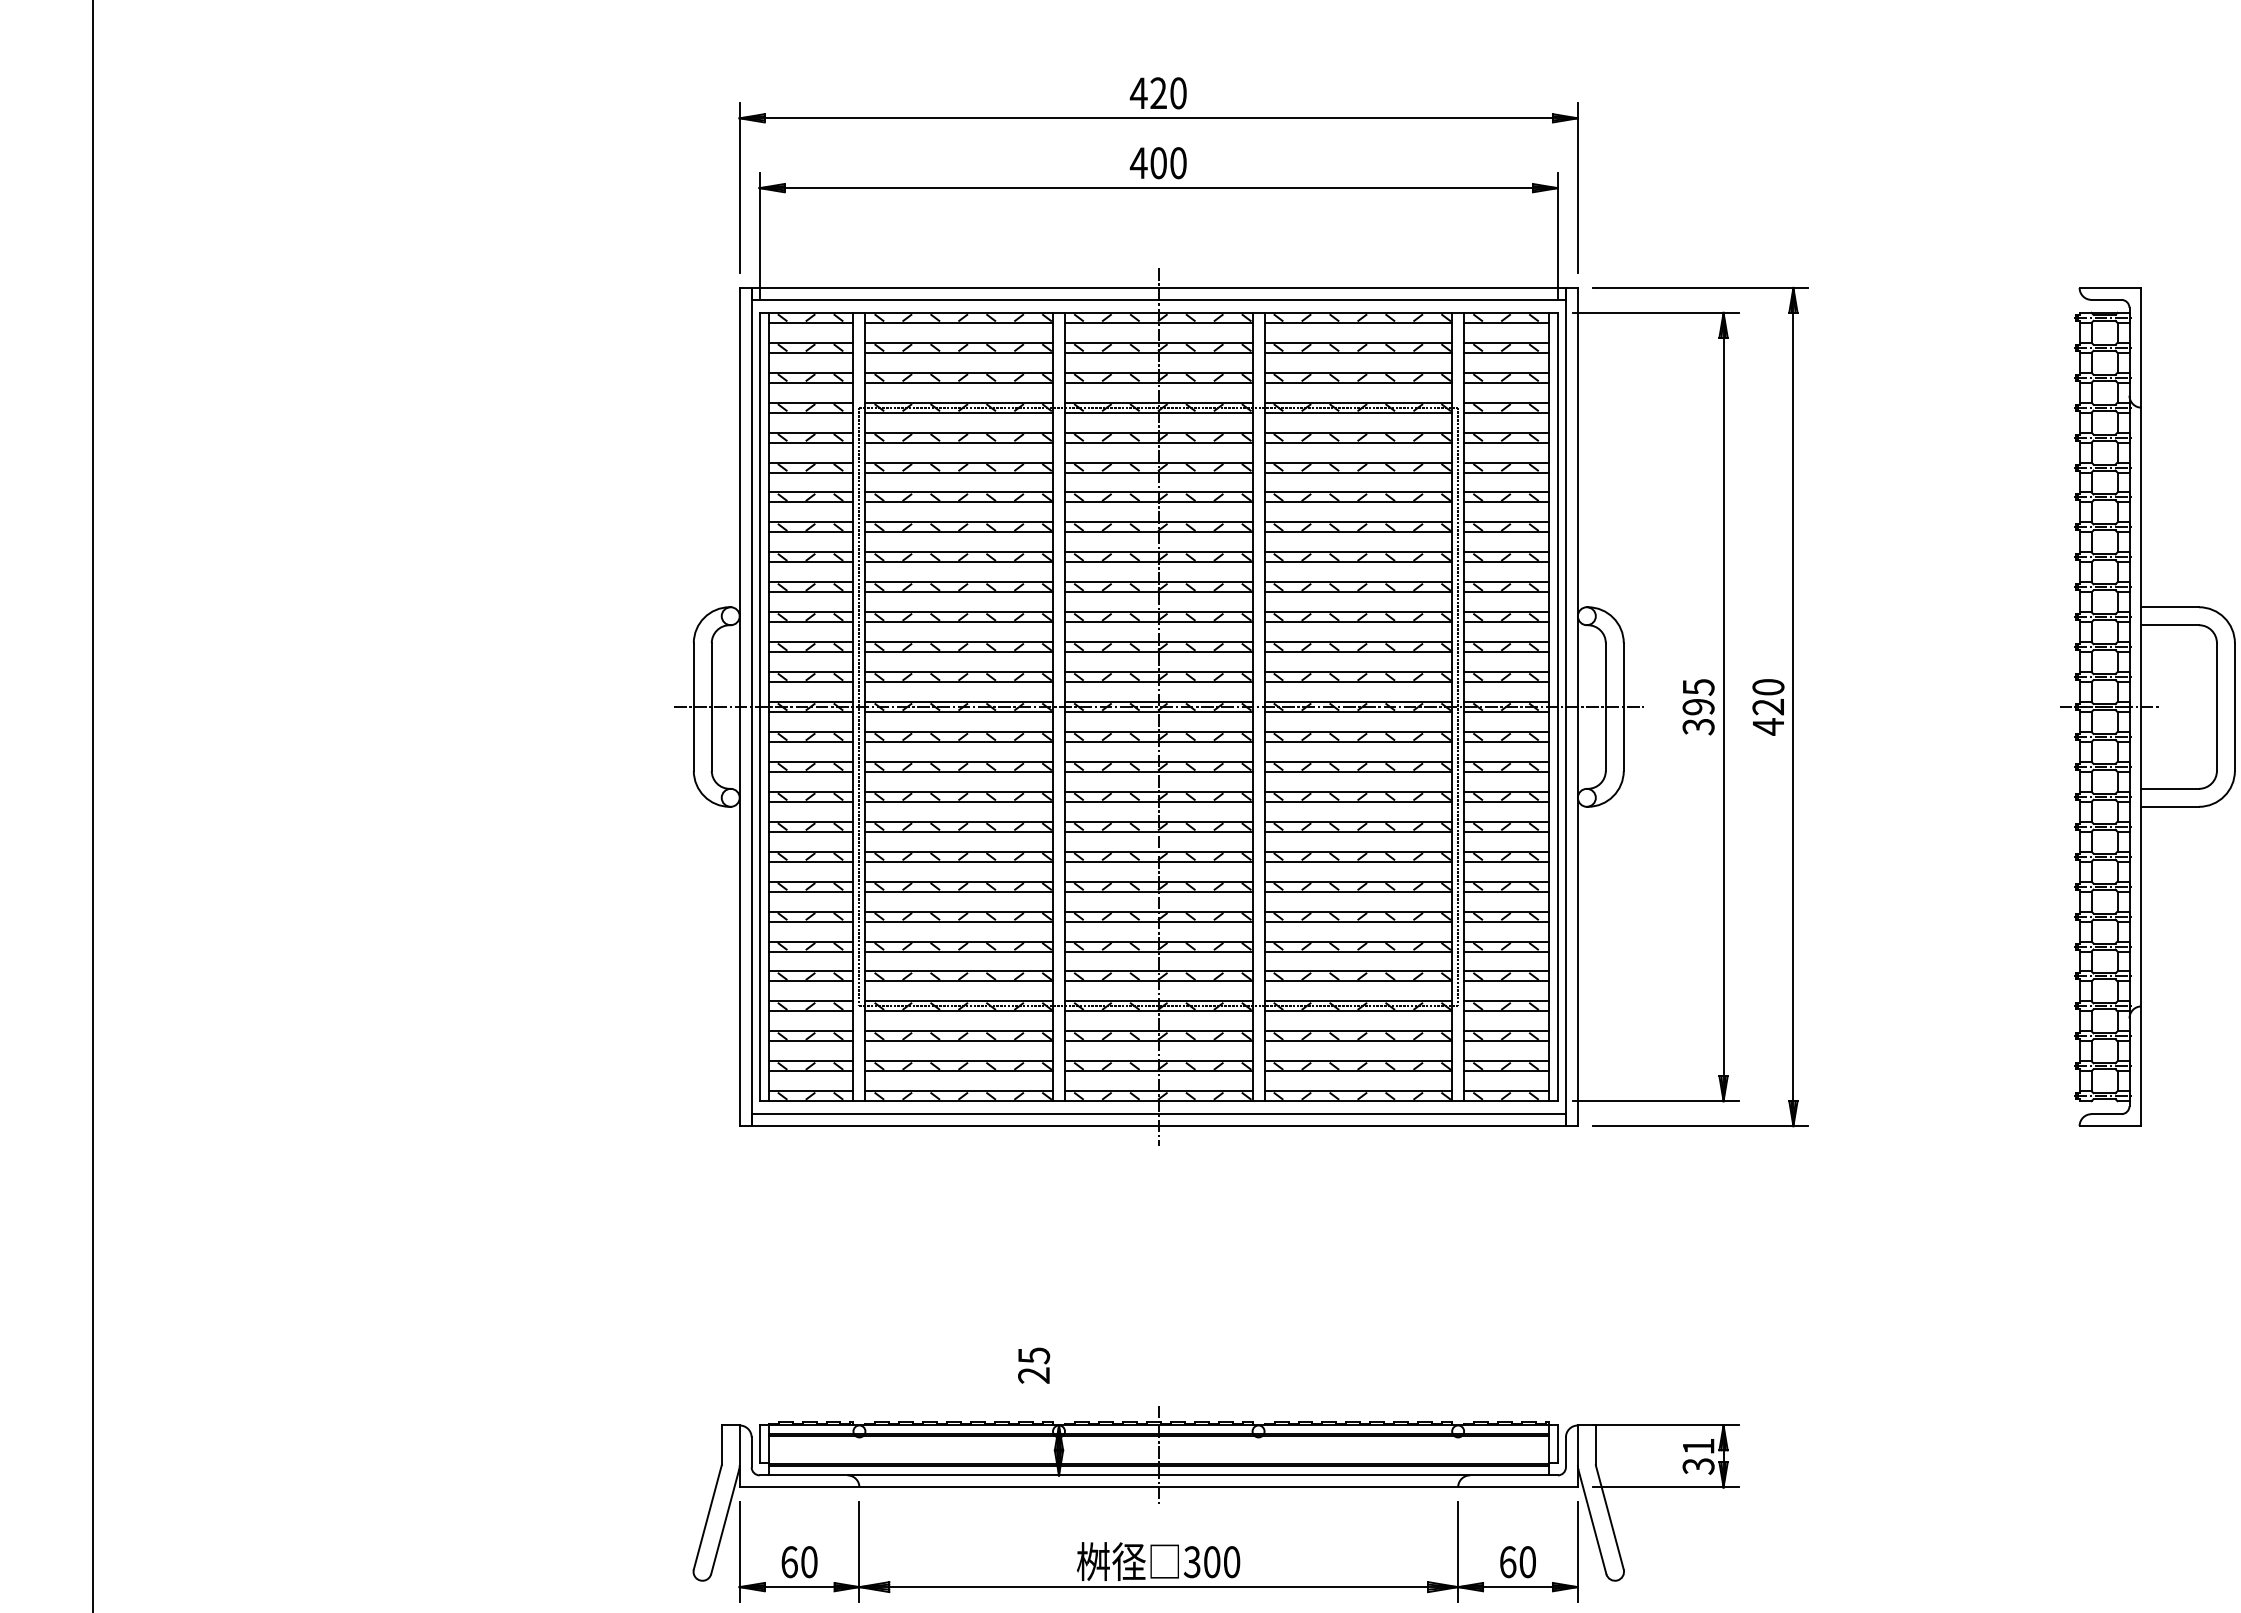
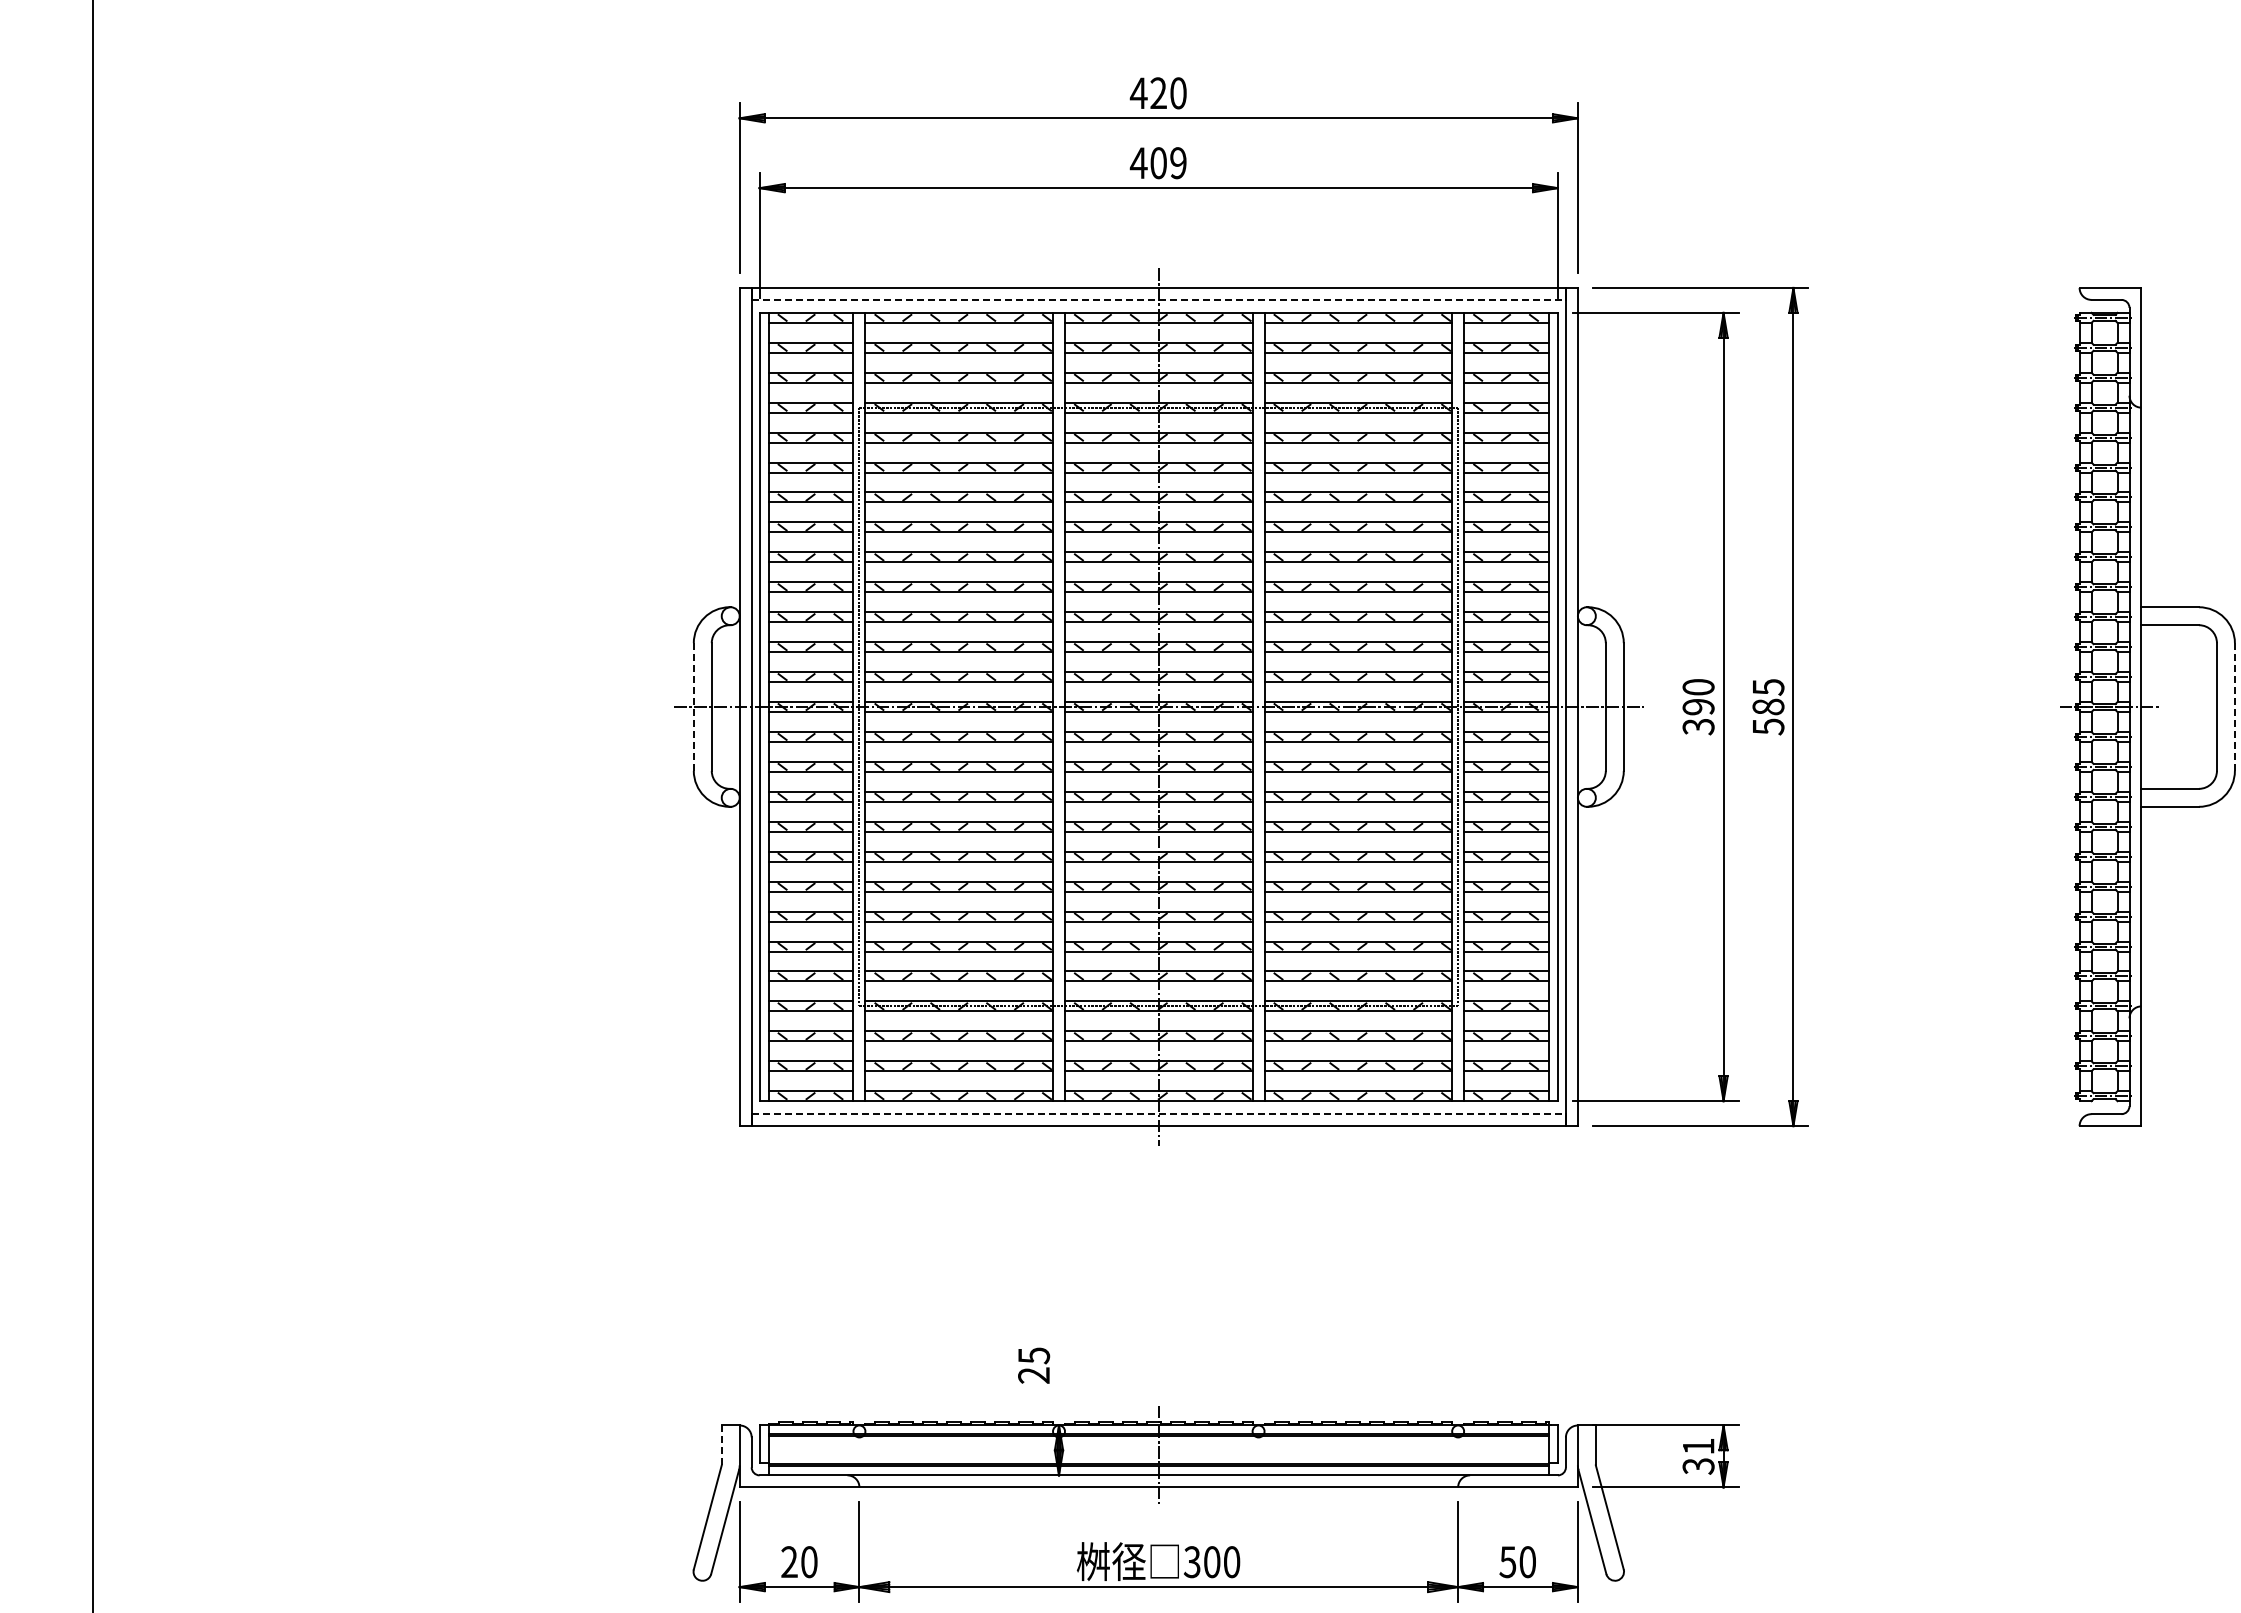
text at (1178, 163): 400 -> 409
line at (1159, 299): solid -> dashed
text at (1698, 687): 395 -> 390
line at (693, 707): solid -> dashed
text at (1768, 707): 420 -> 585
line at (2234, 707): solid -> dashed
line at (1159, 1114): solid -> dashed
line at (721, 1445): solid -> dashed
text at (789, 1562): 60 -> 20
text at (1507, 1562): 60 -> 50
